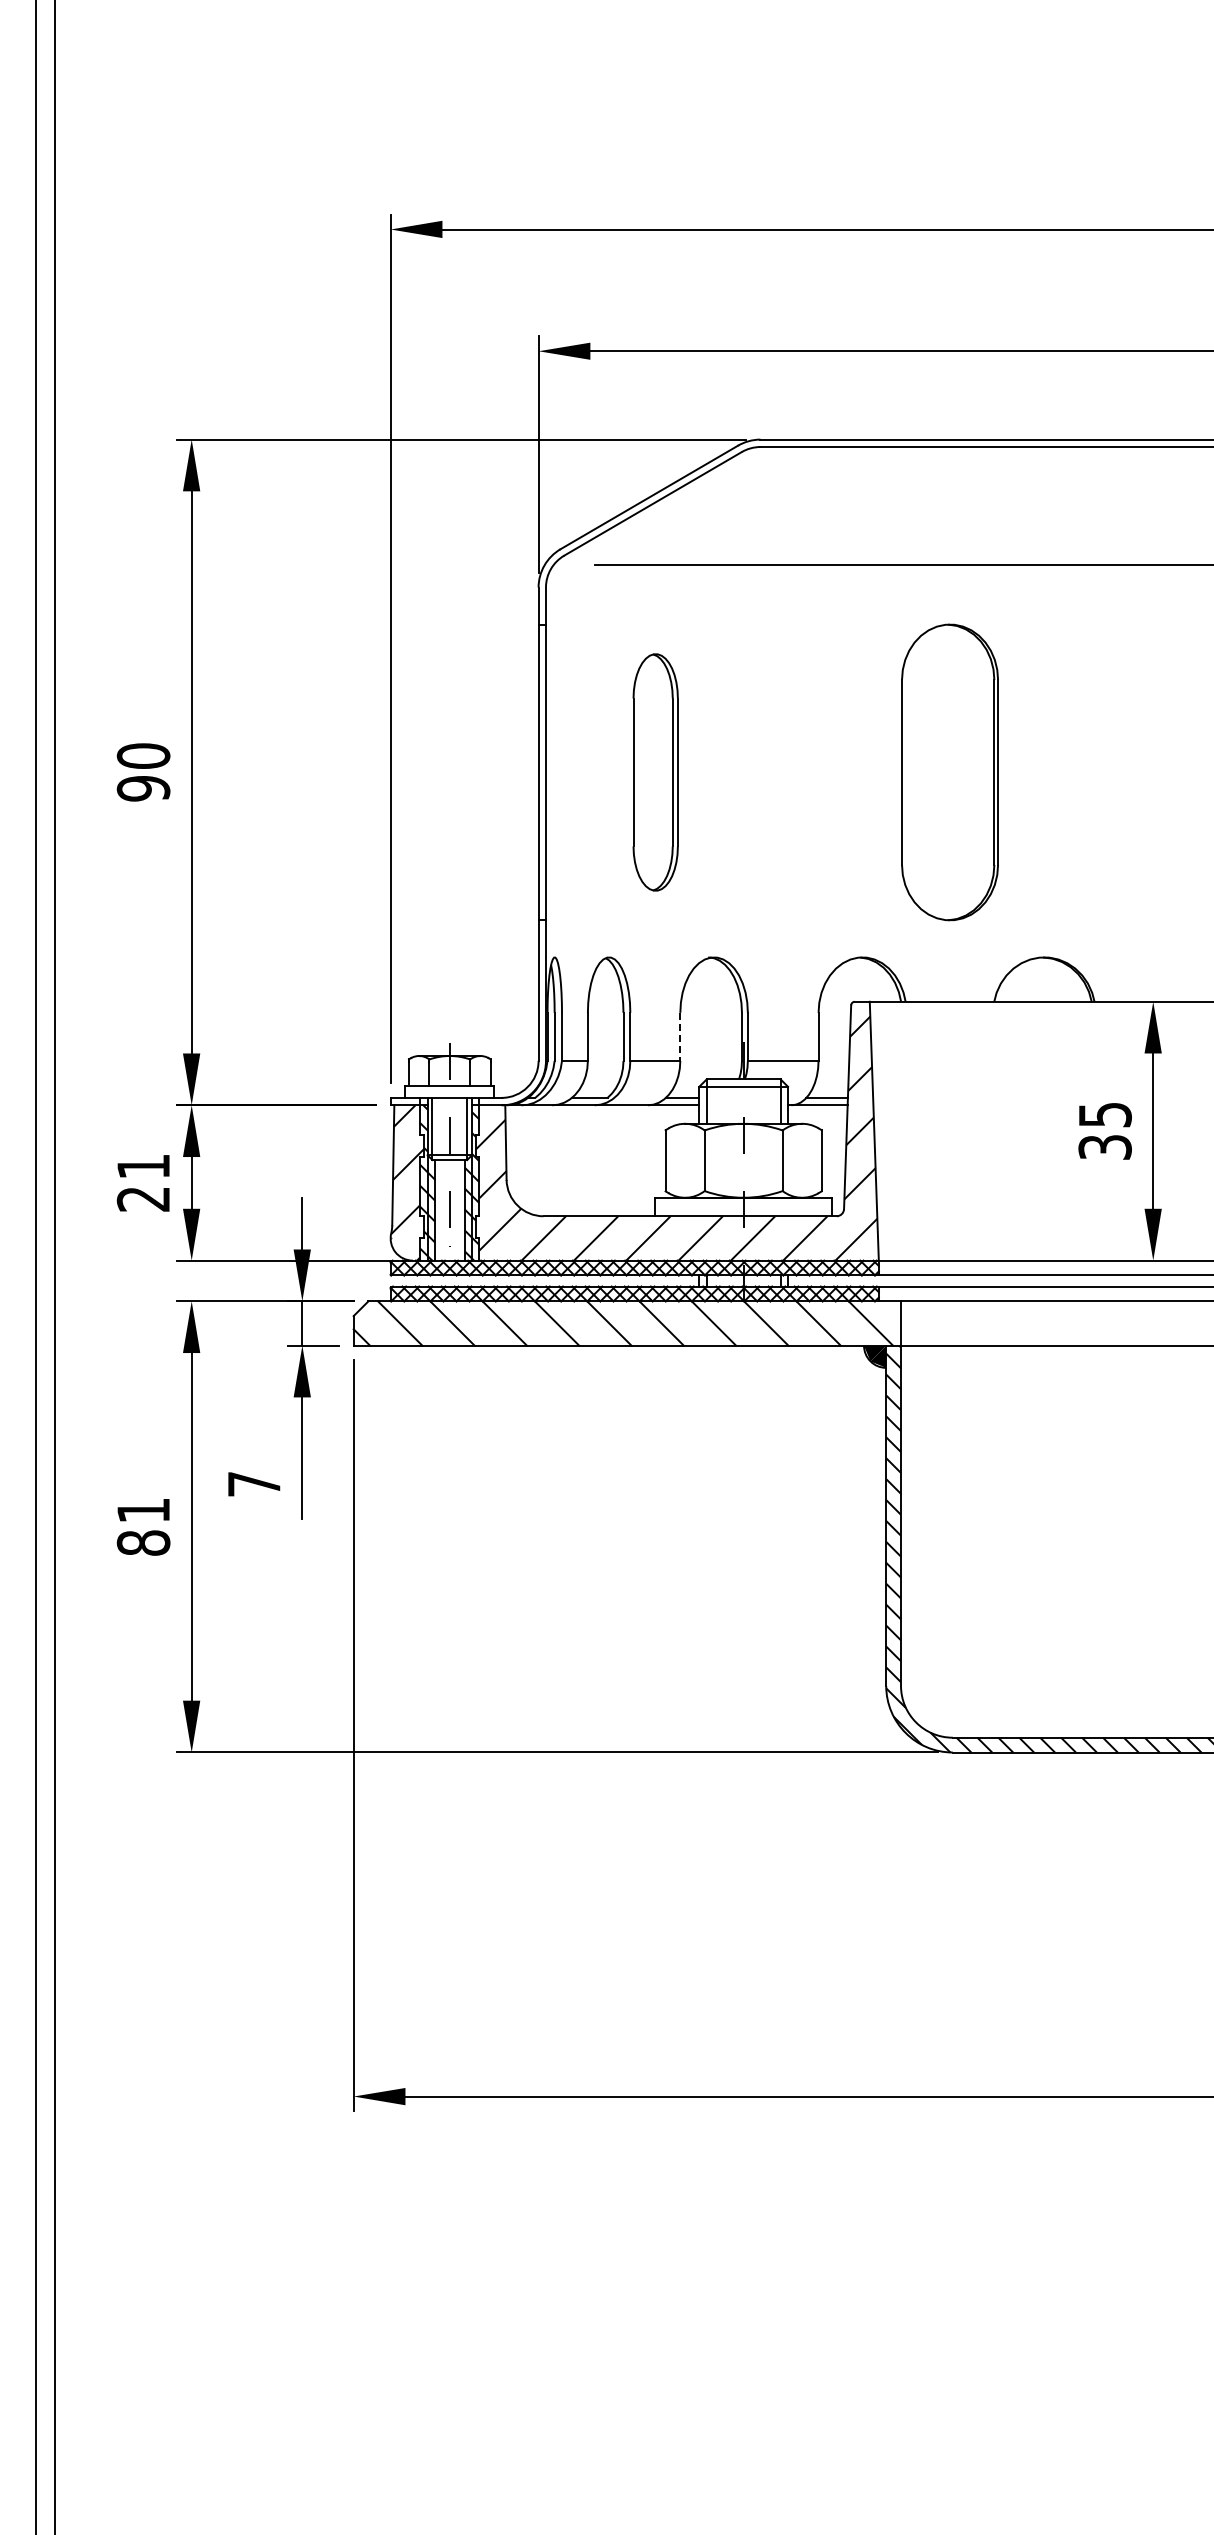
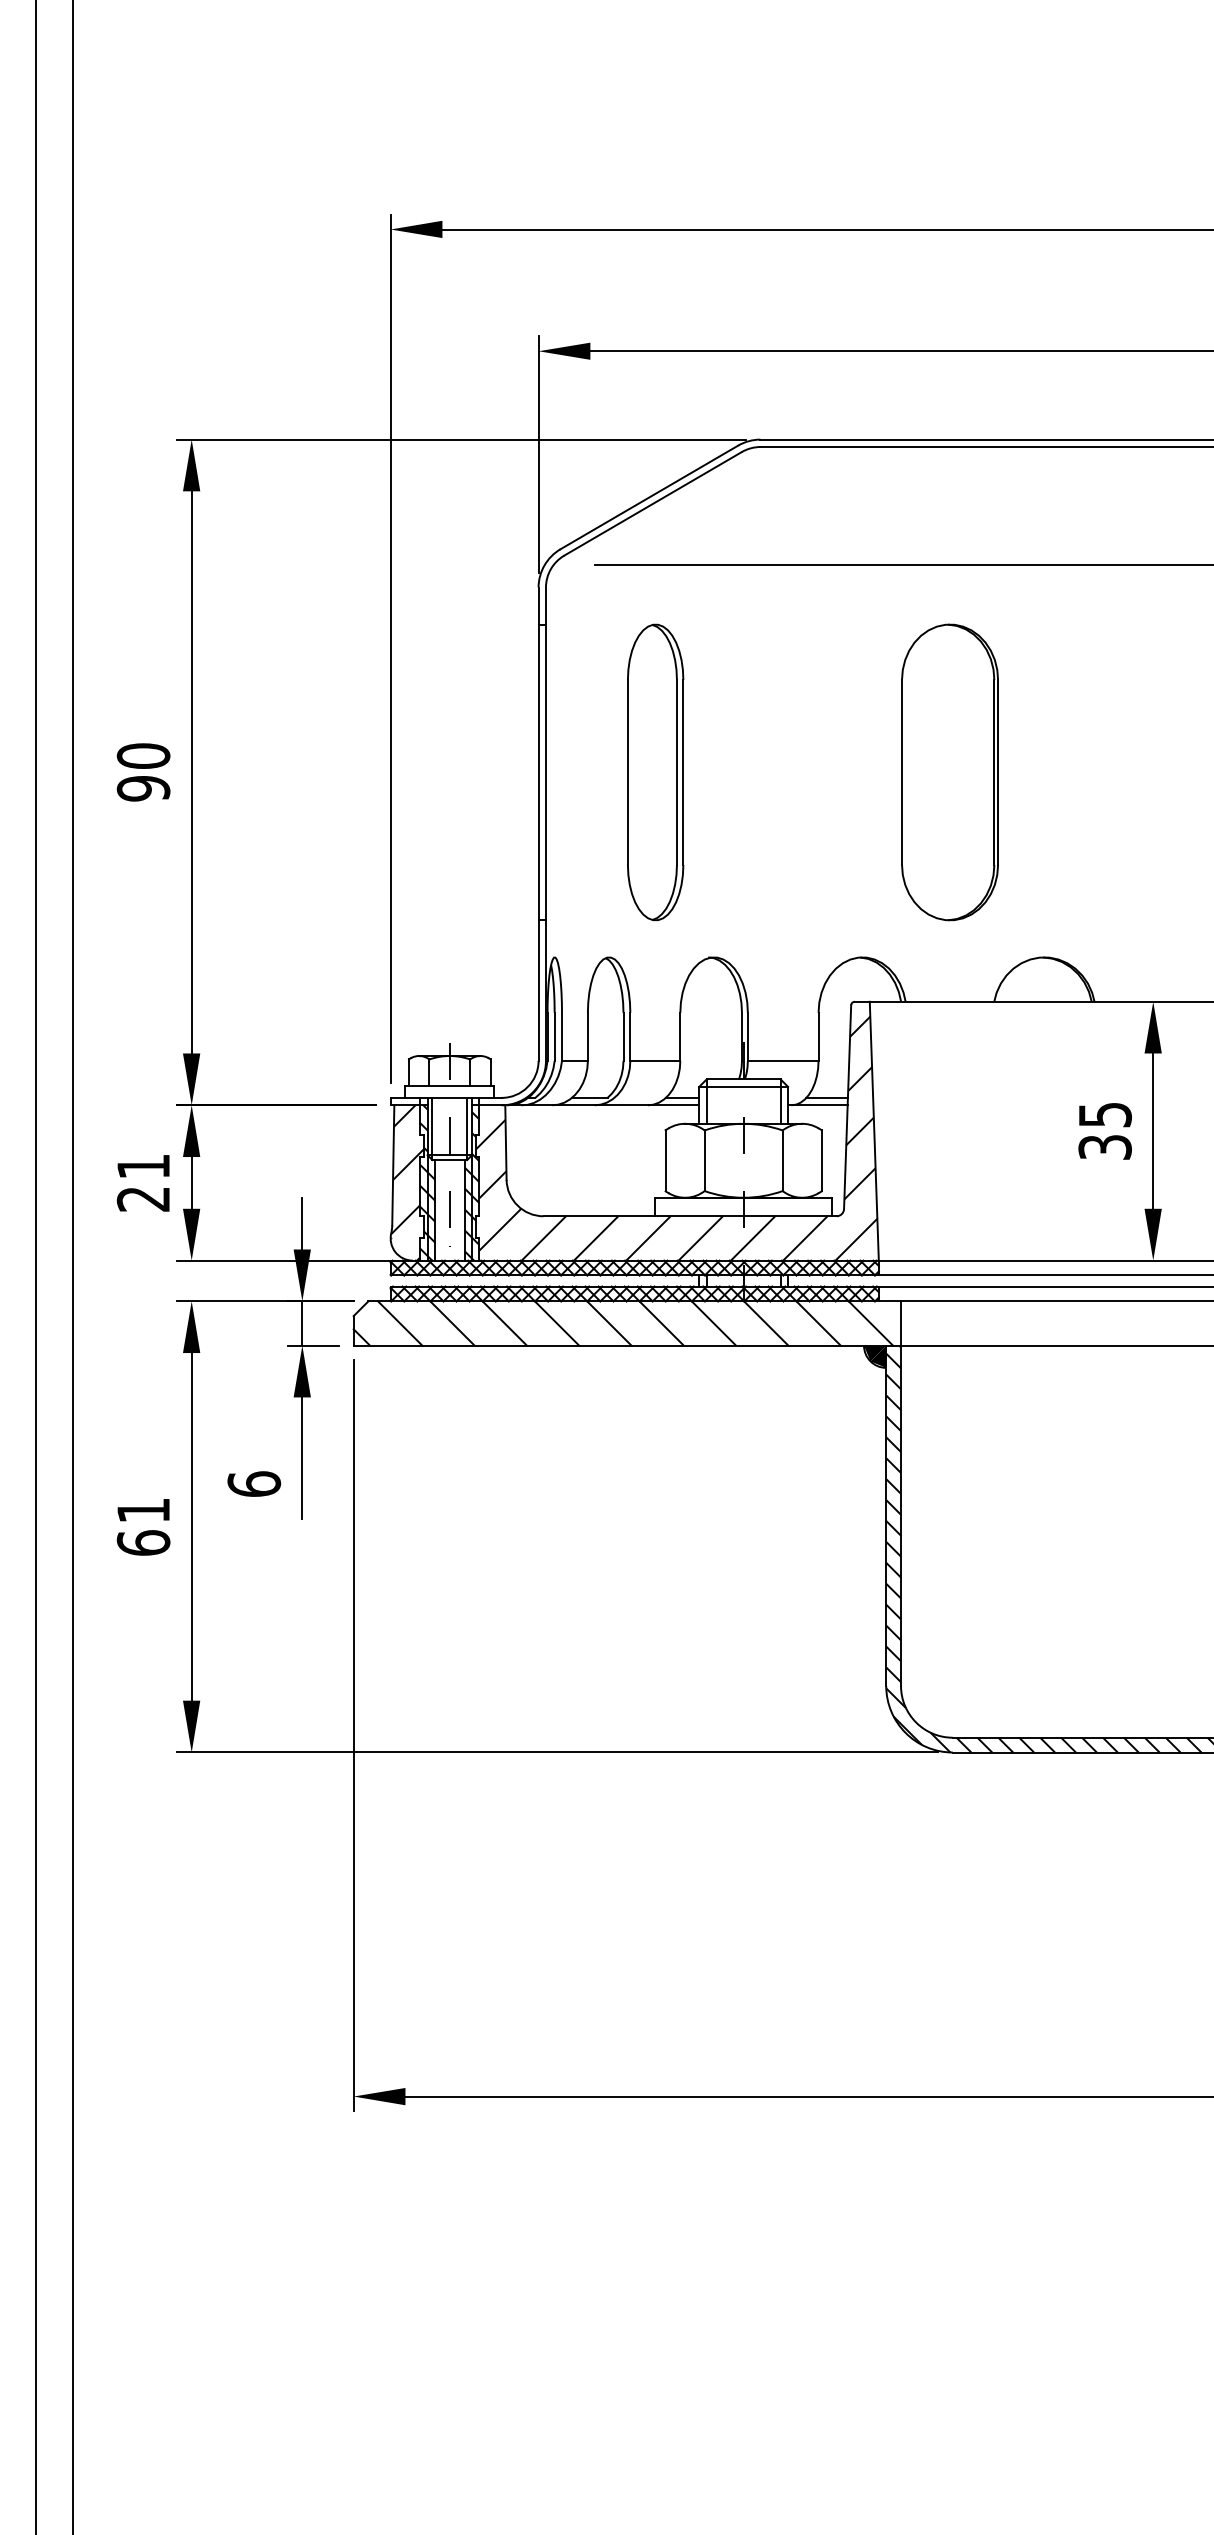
part at (655, 772) size: 47x239 px -> 58x299 px
line at (680, 1037): dashed -> solid
line at (55, 1266) position: (55, 1266) -> (73, 1266)
text at (254, 1483): 7 -> 6
text at (143, 1542): 81 -> 61
